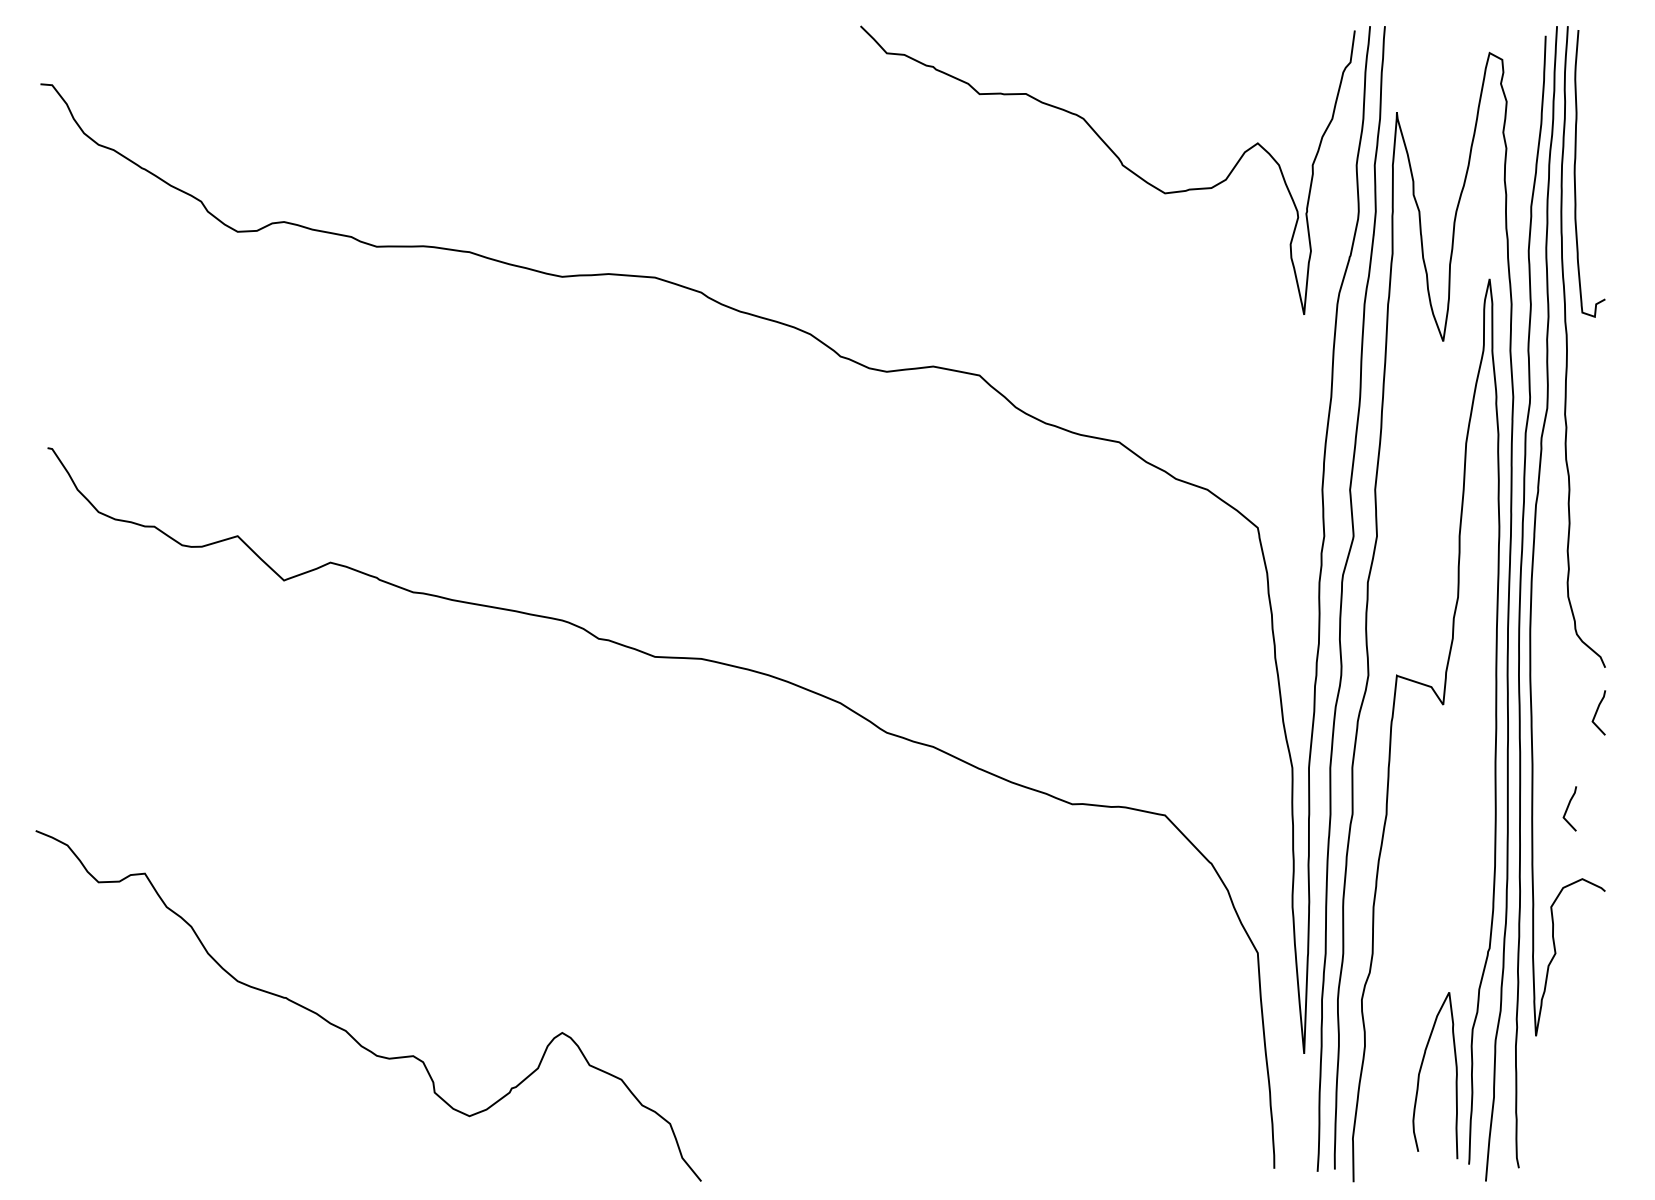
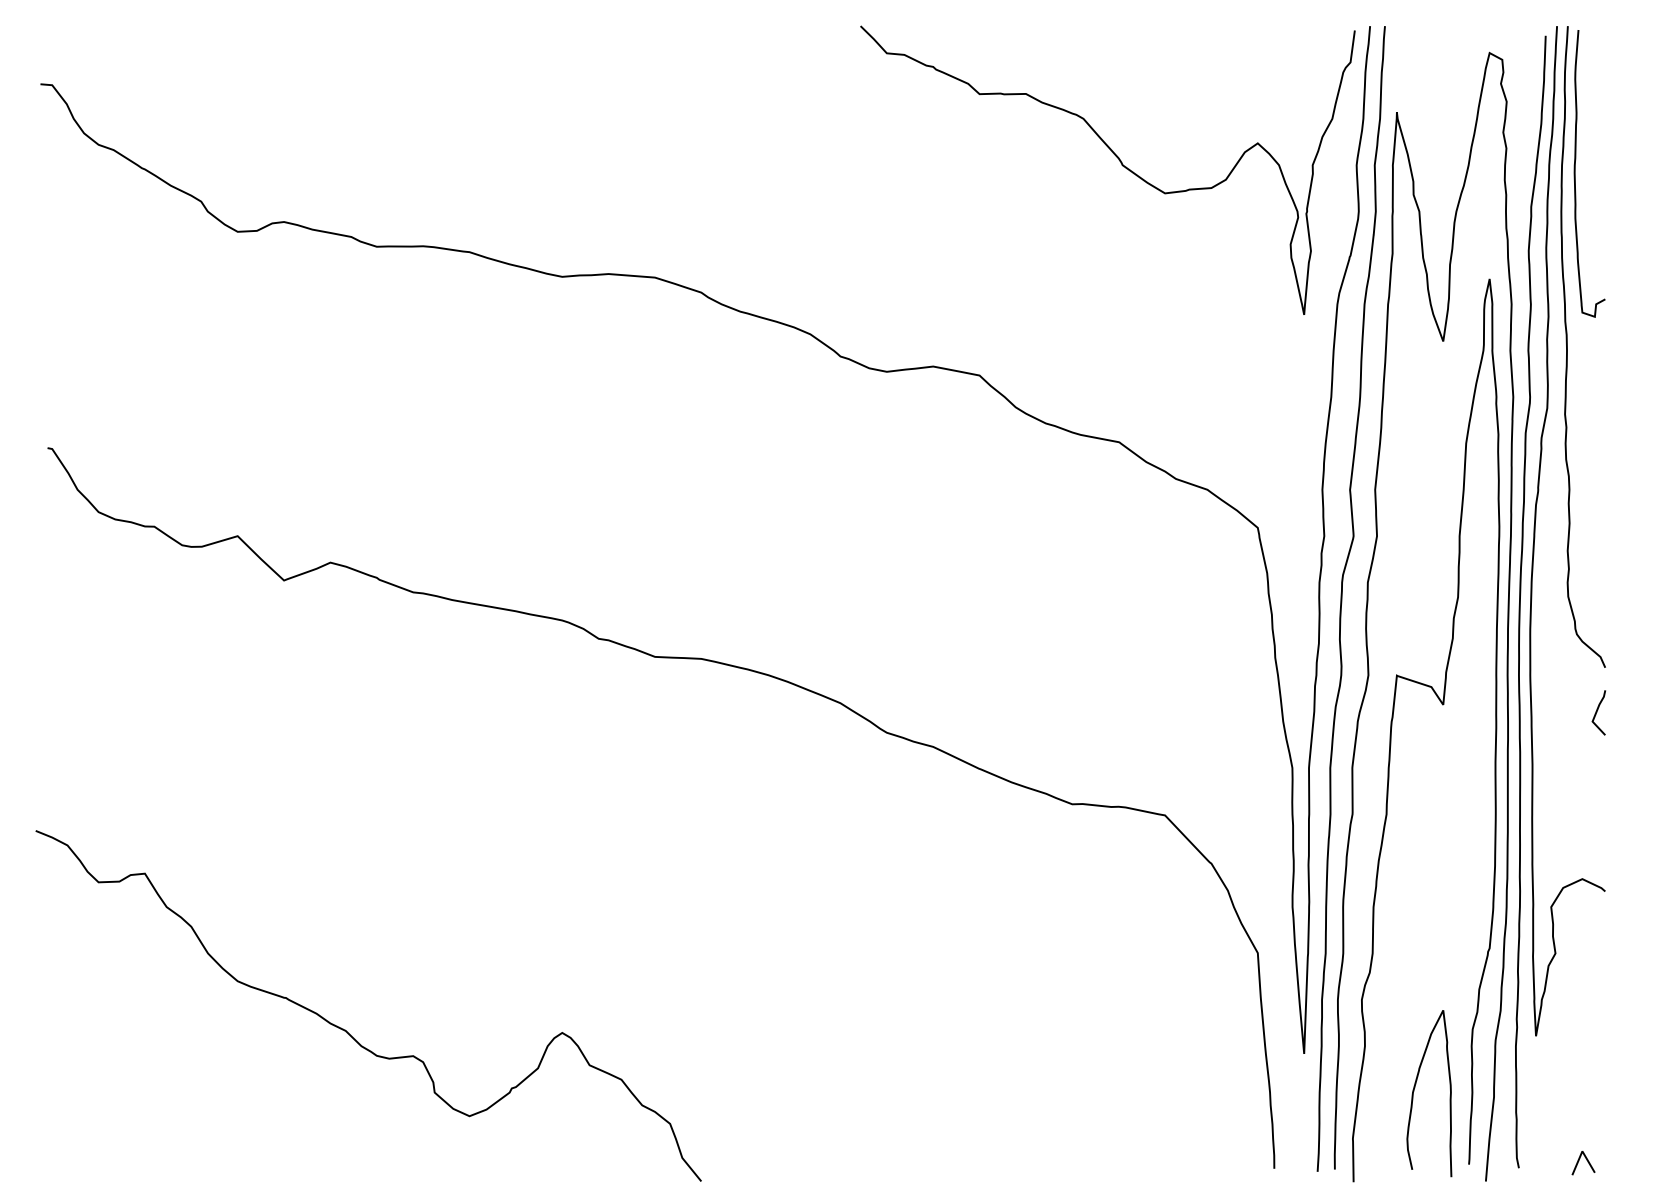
line at (1568, 808): present -> none
curve at (1420, 1073) position: (1420, 1073) -> (1414, 1091)
line at (1587, 1162): none -> present
